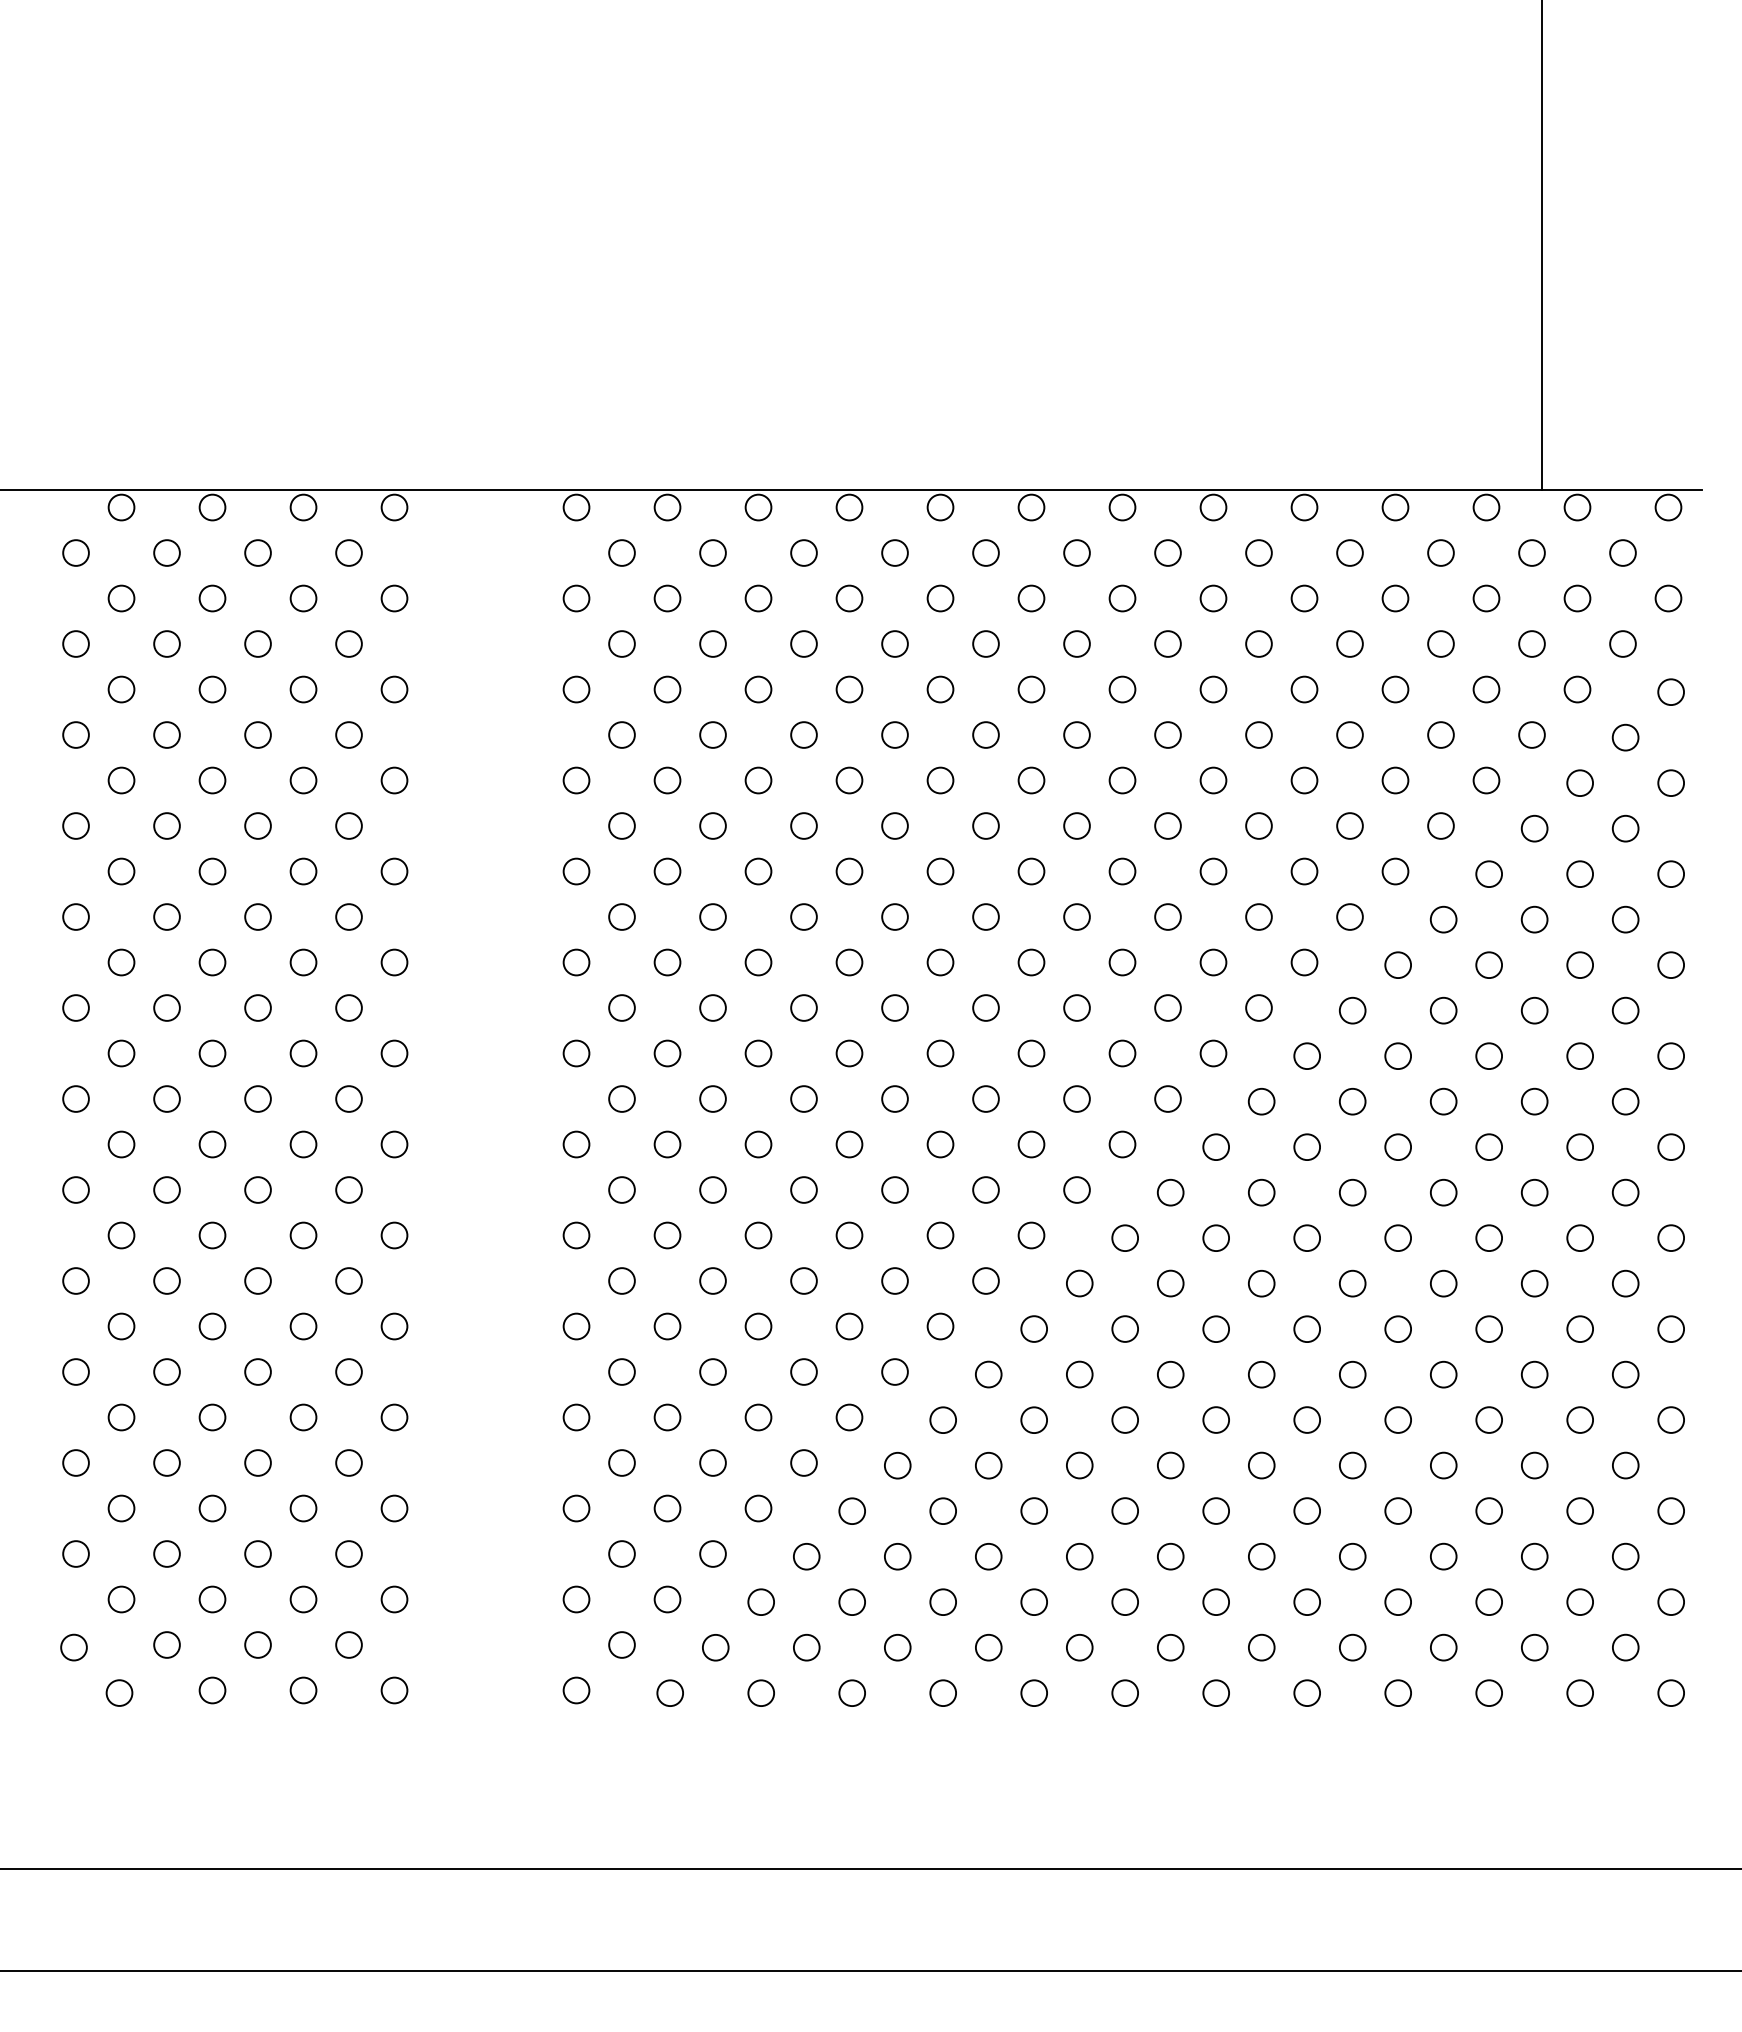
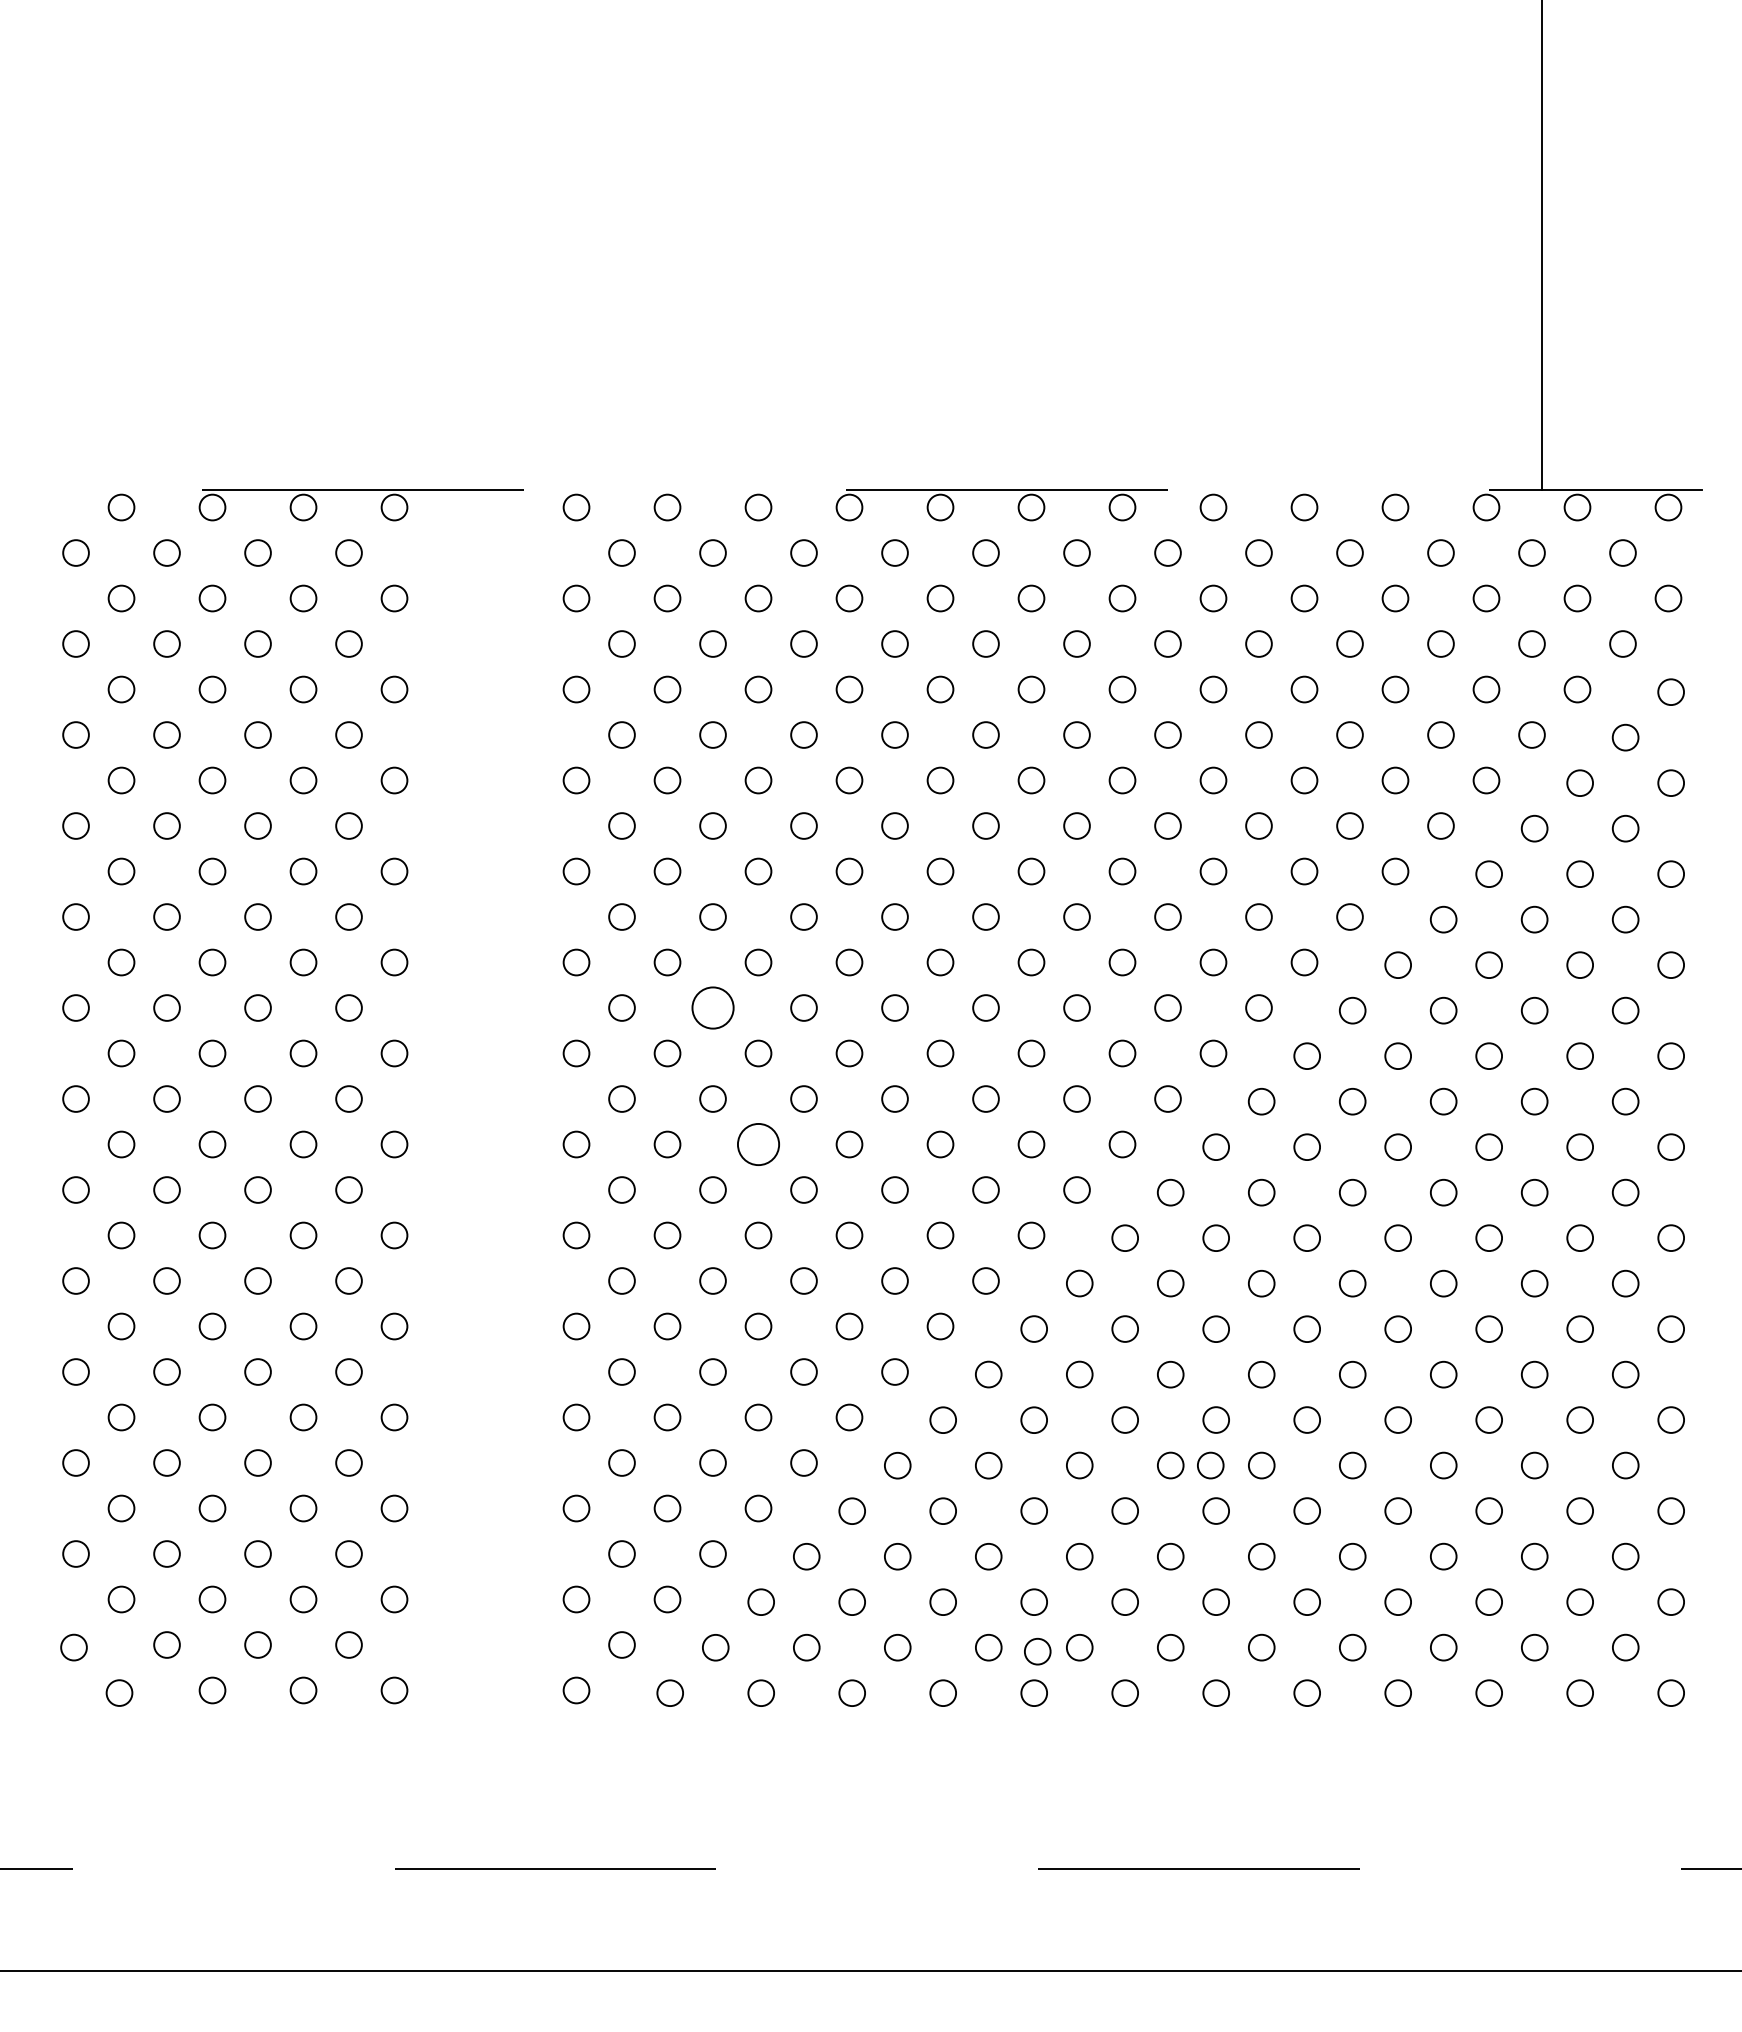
line at (771, 489): solid -> dashed
circle at (712, 1007) size: 28x28 px -> 44x44 px
circle at (758, 1144) size: 29x29 px -> 43x43 px
circle at (1210, 1465): none -> present
circle at (1037, 1651): none -> present
line at (870, 1868): solid -> dashed
